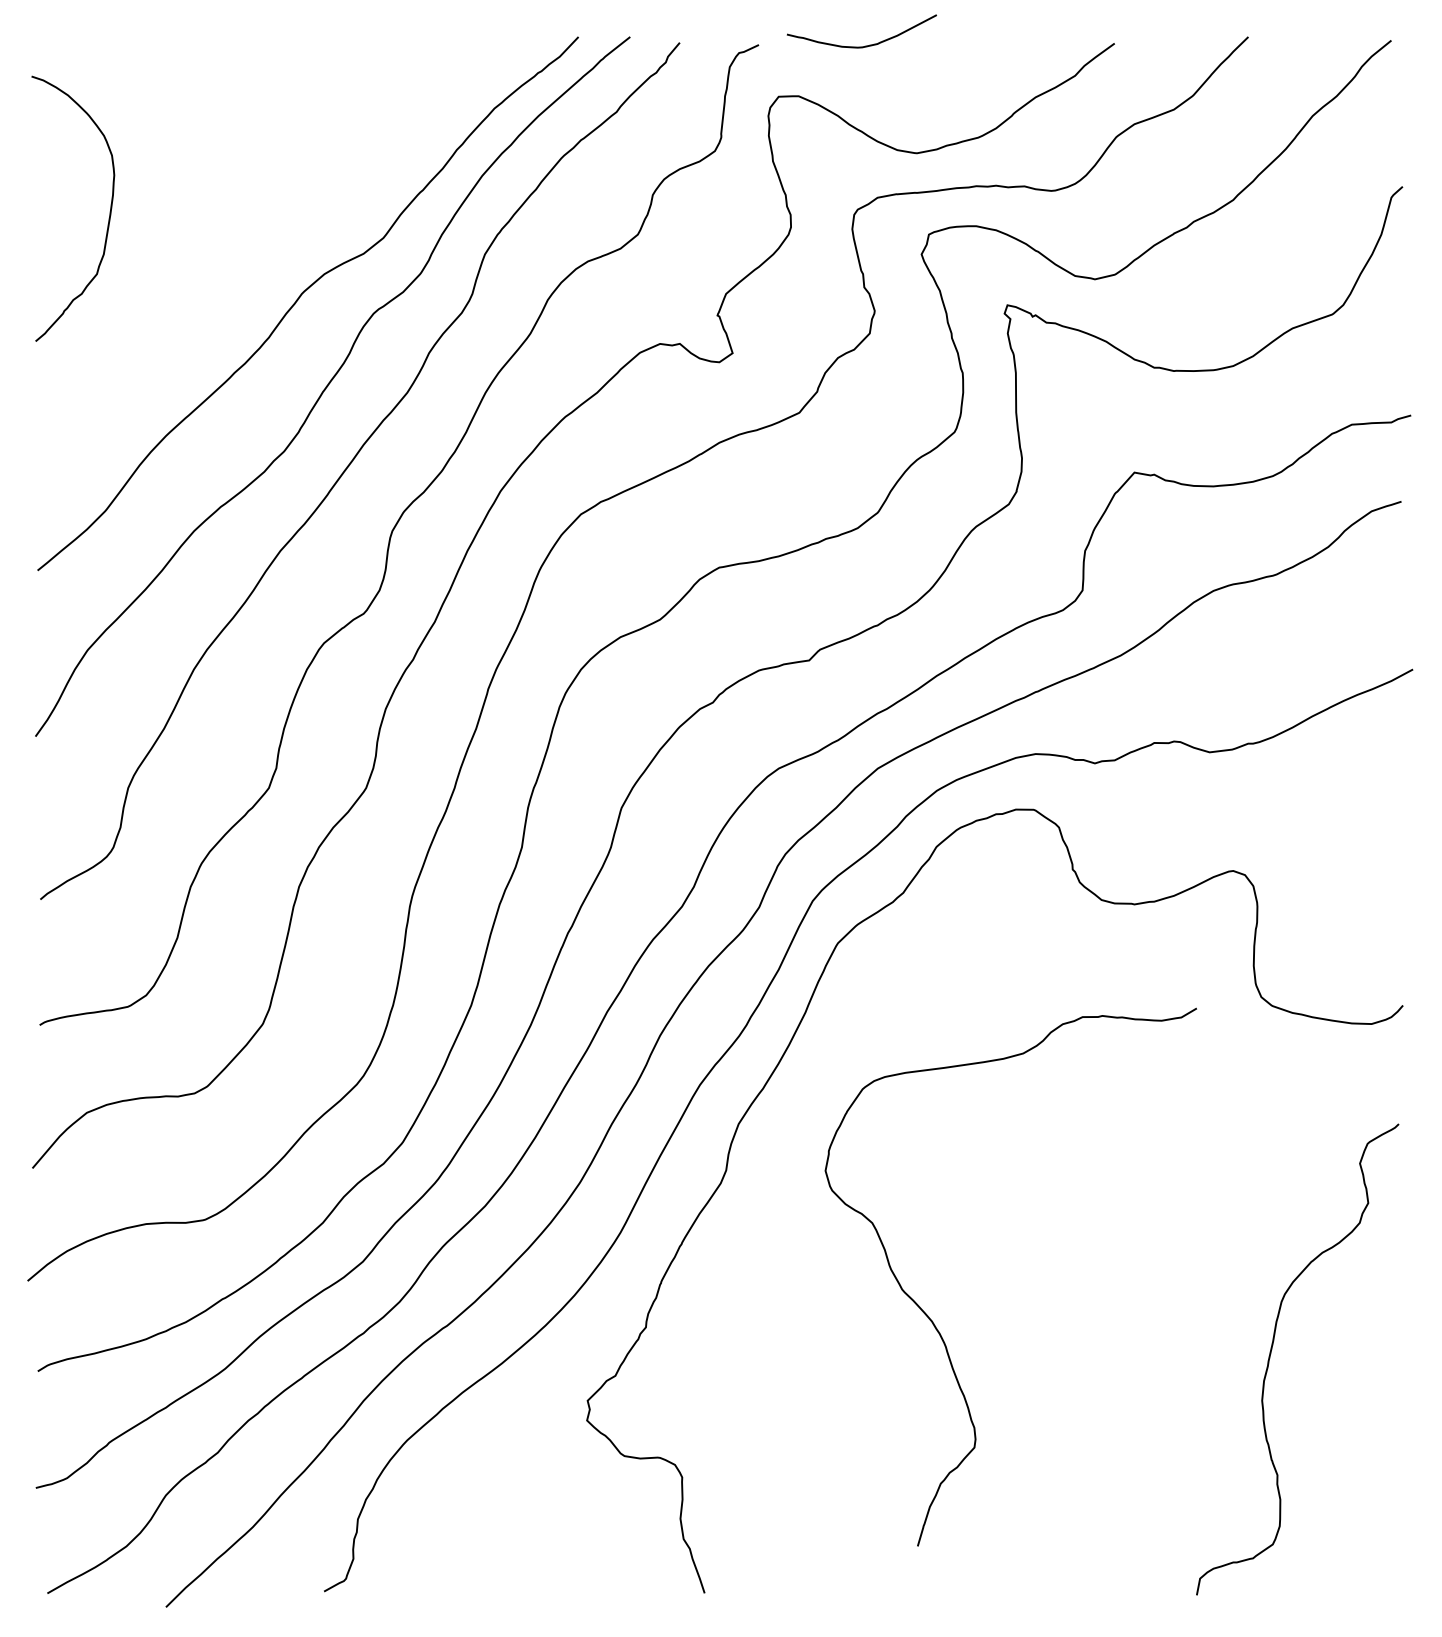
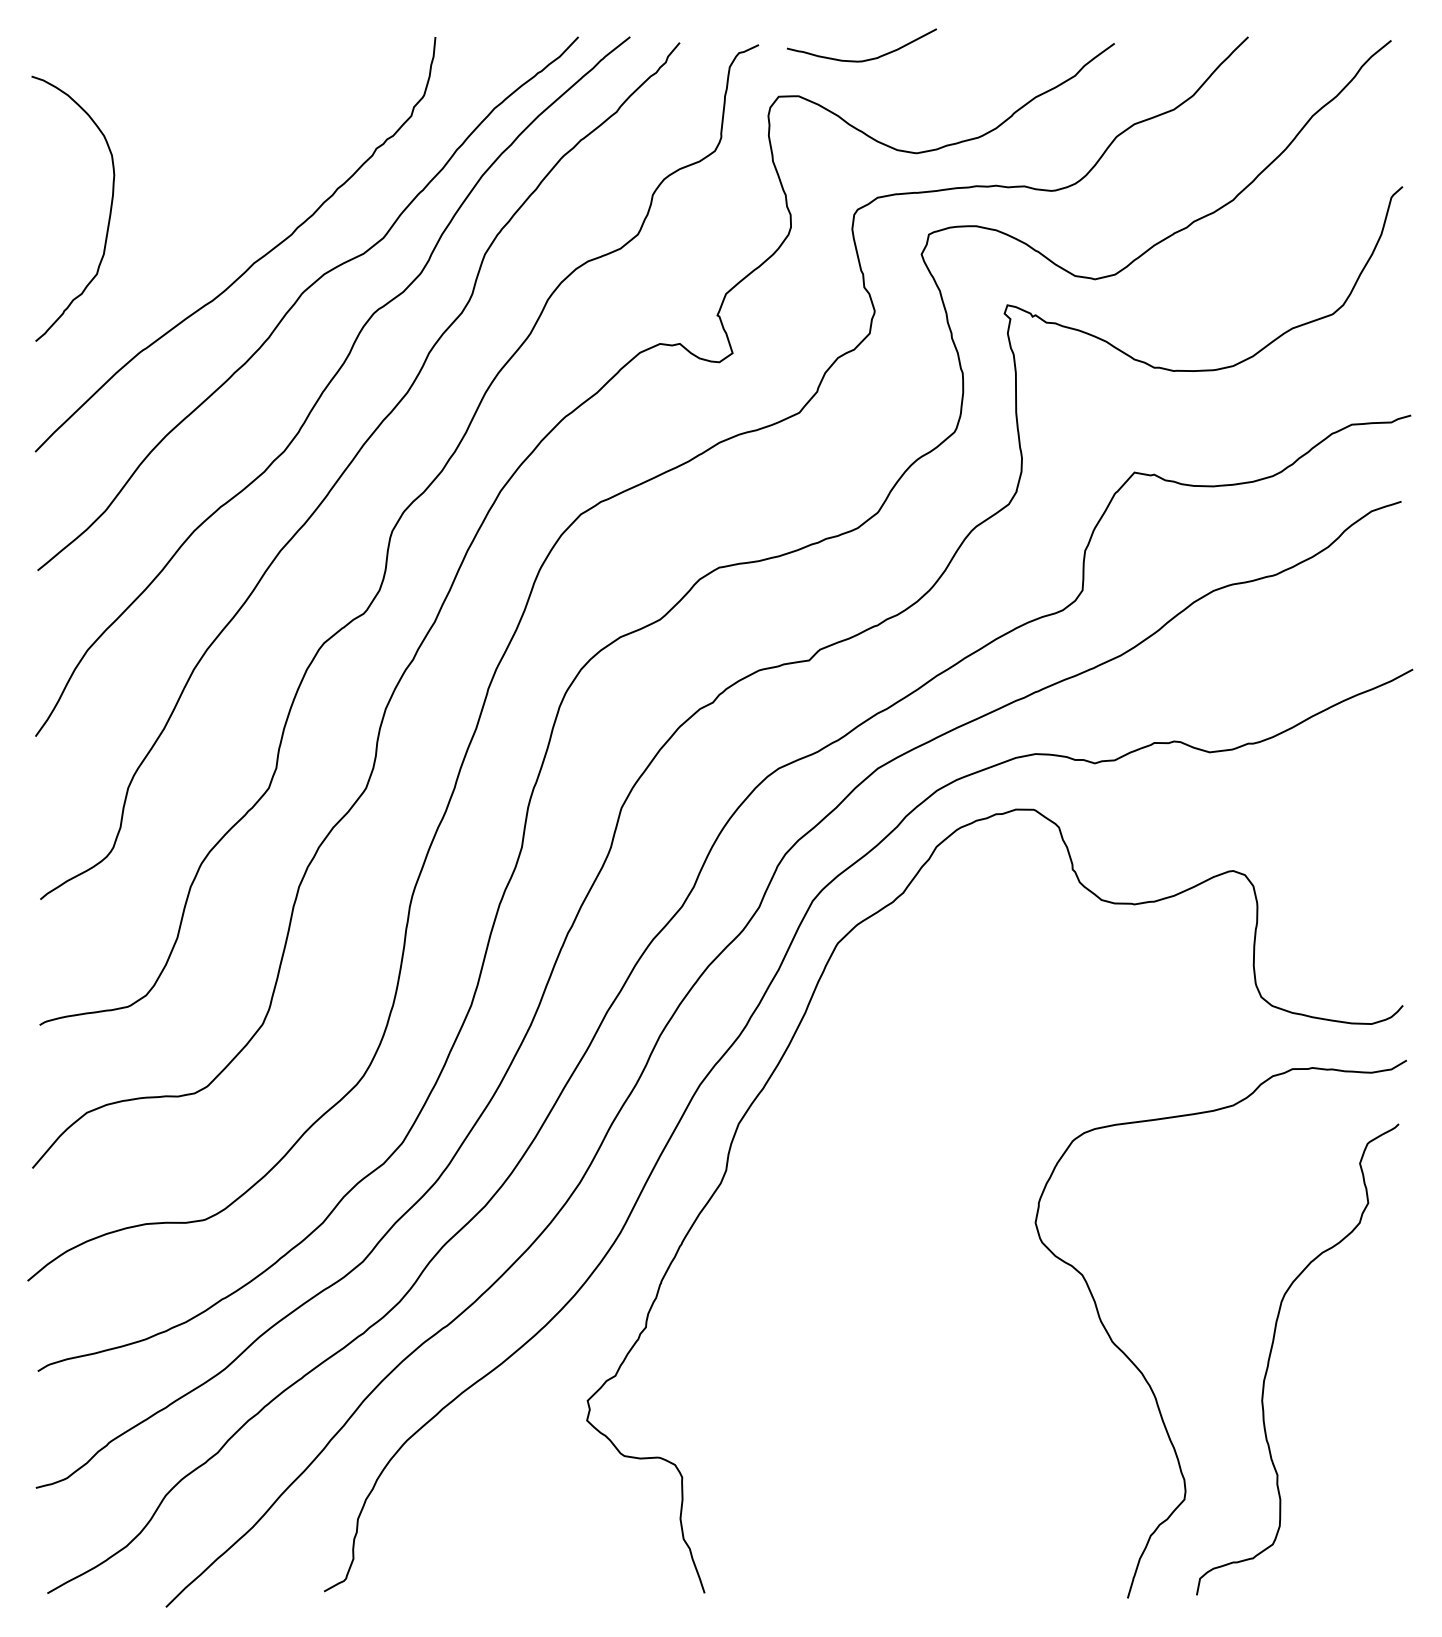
curve at (865, 45) position: (865, 45) -> (865, 59)
curve at (253, 262): none -> present
curve at (933, 1321) position: (933, 1321) -> (1143, 1373)
